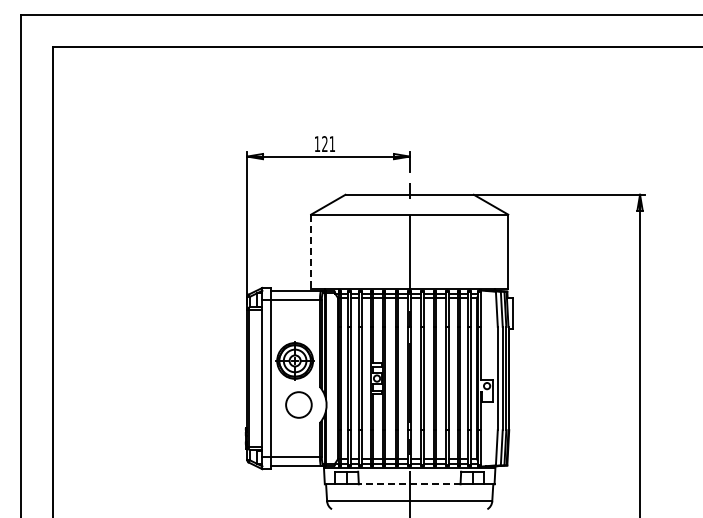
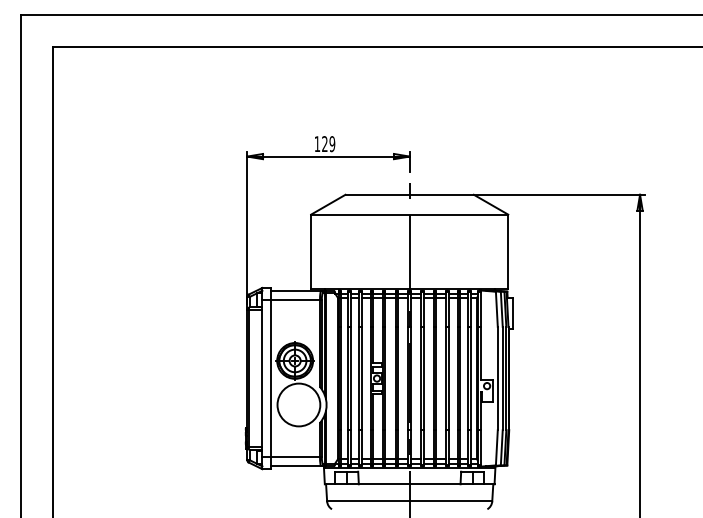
text at (332, 144): 121 -> 129
line at (311, 252): dashed -> solid
circle at (298, 404) diameter: 26 px -> 43 px
line at (409, 484): dashed -> solid
